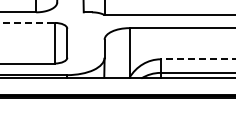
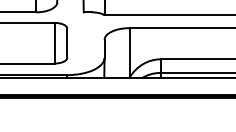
line at (27, 22): dashed -> solid
line at (197, 59): dashed -> solid
